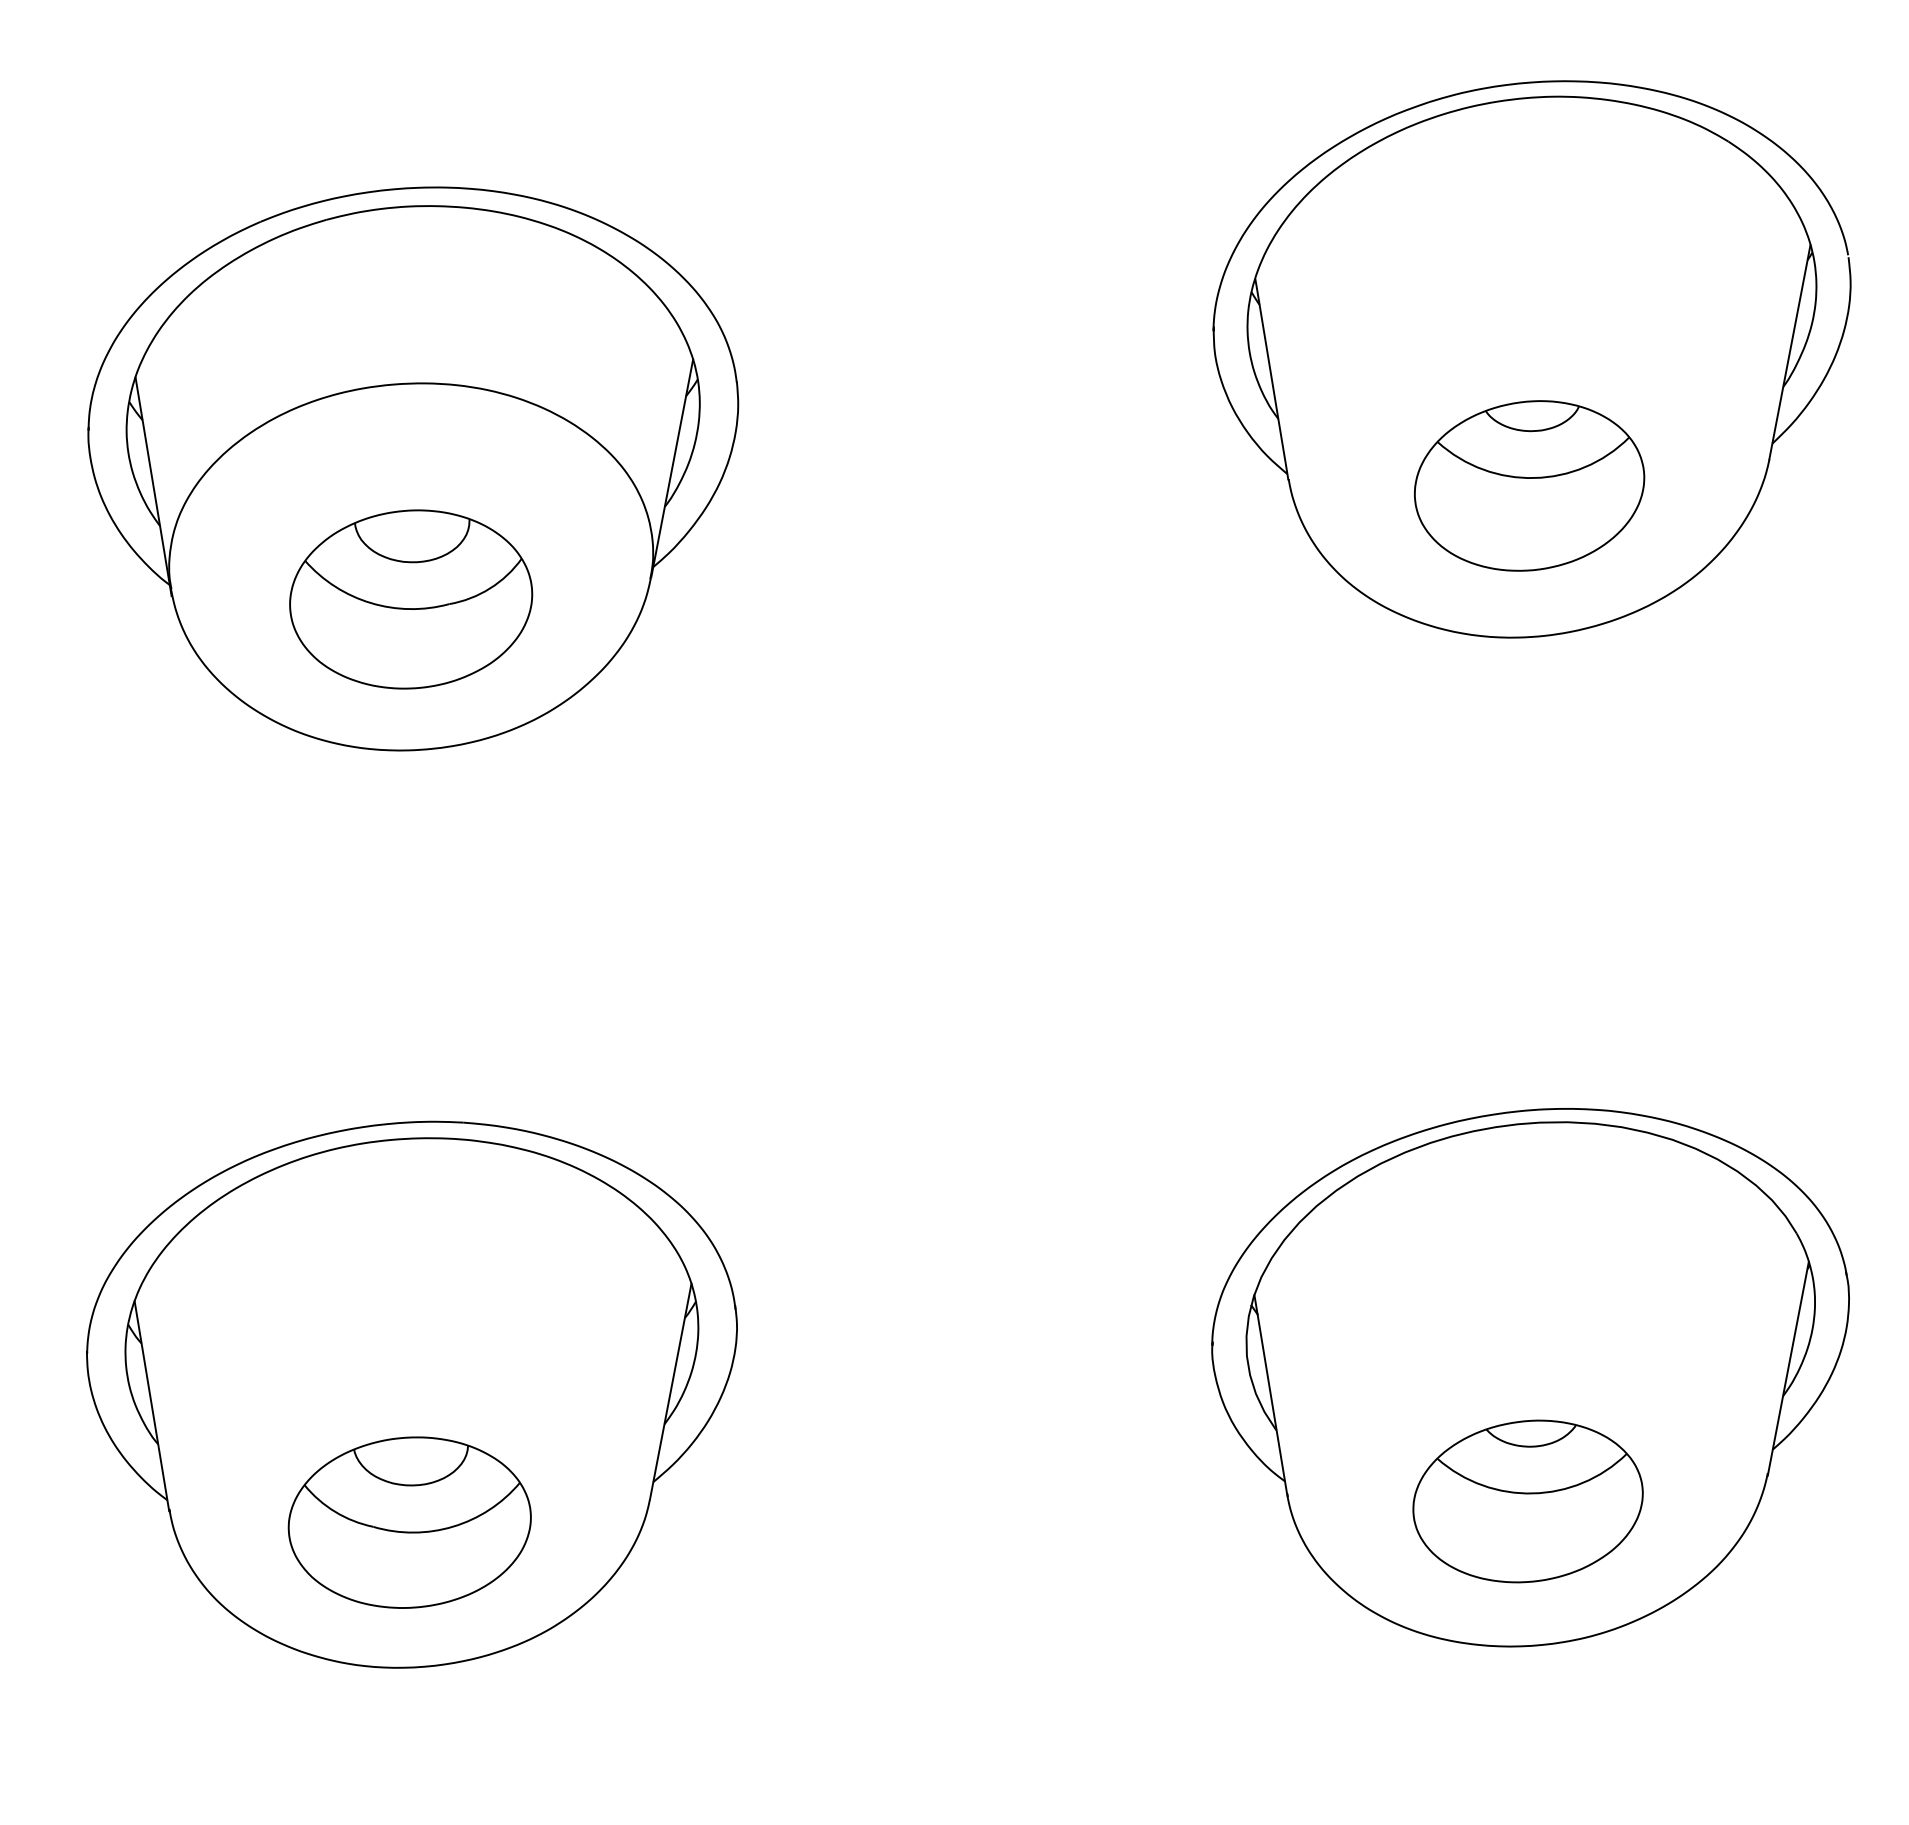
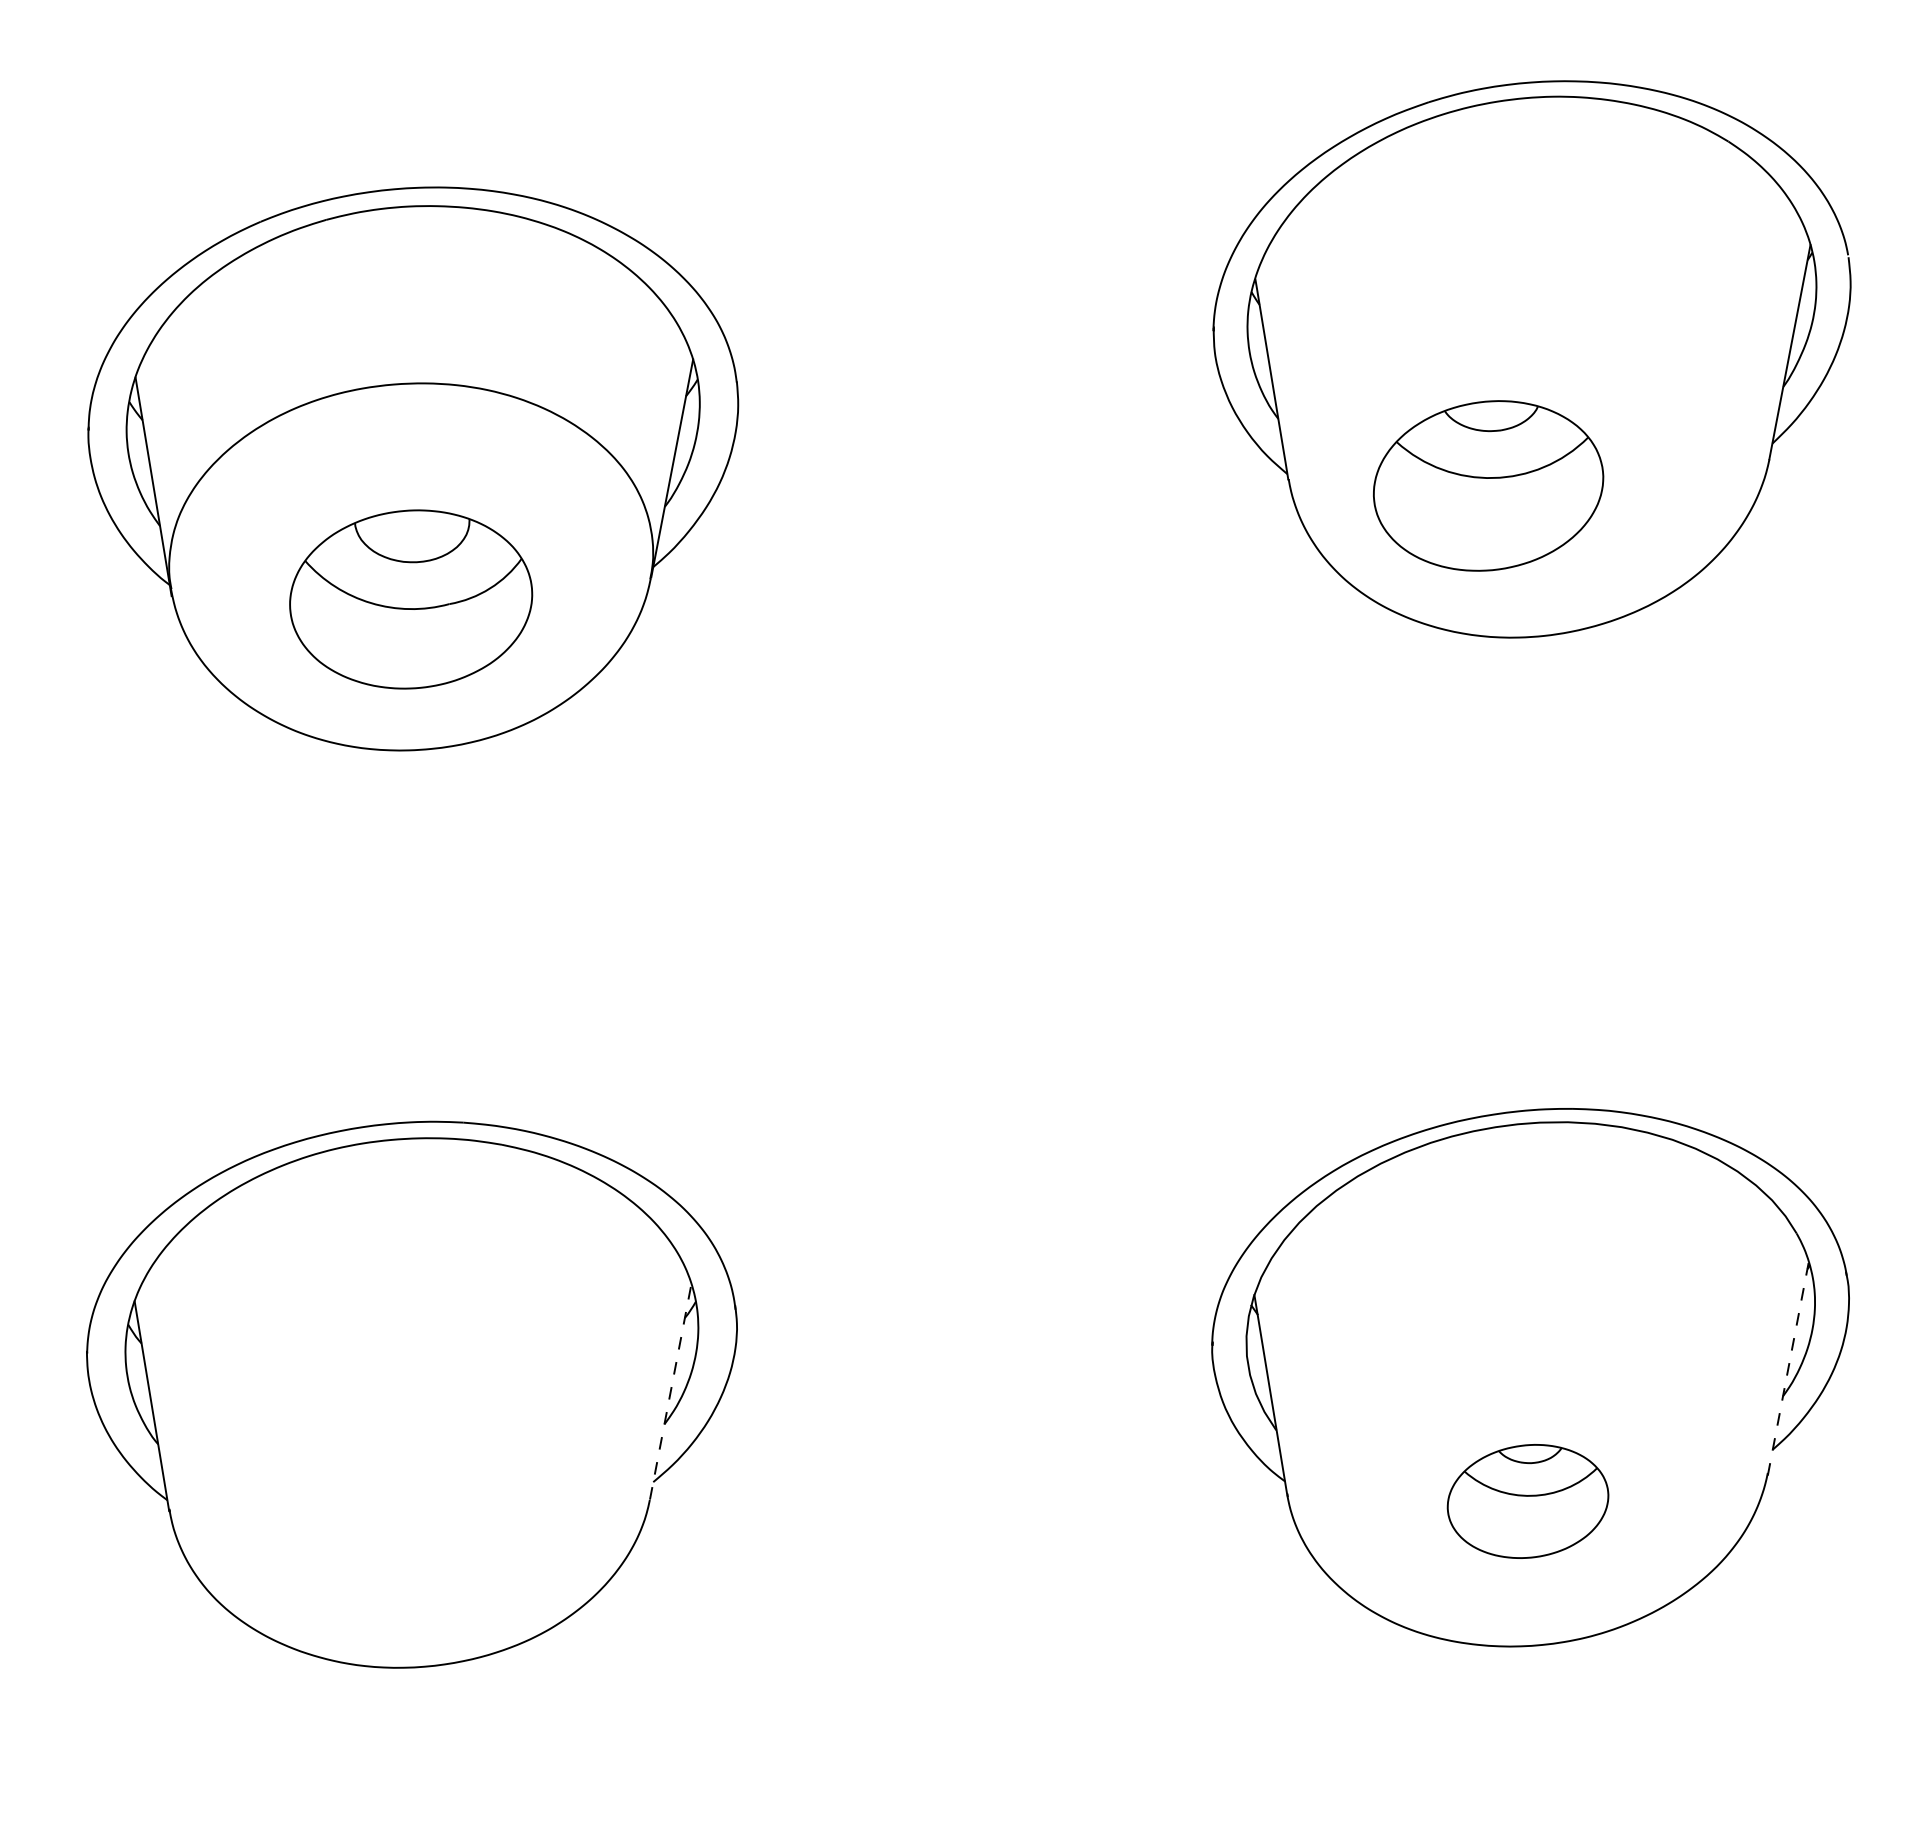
part at (1529, 485) position: (1529, 485) -> (1488, 485)
line at (1788, 1368): solid -> dashed
line at (670, 1391): solid -> dashed
part at (1527, 1501) size: 232x165 px -> 164x115 px
part at (409, 1522): present -> none
